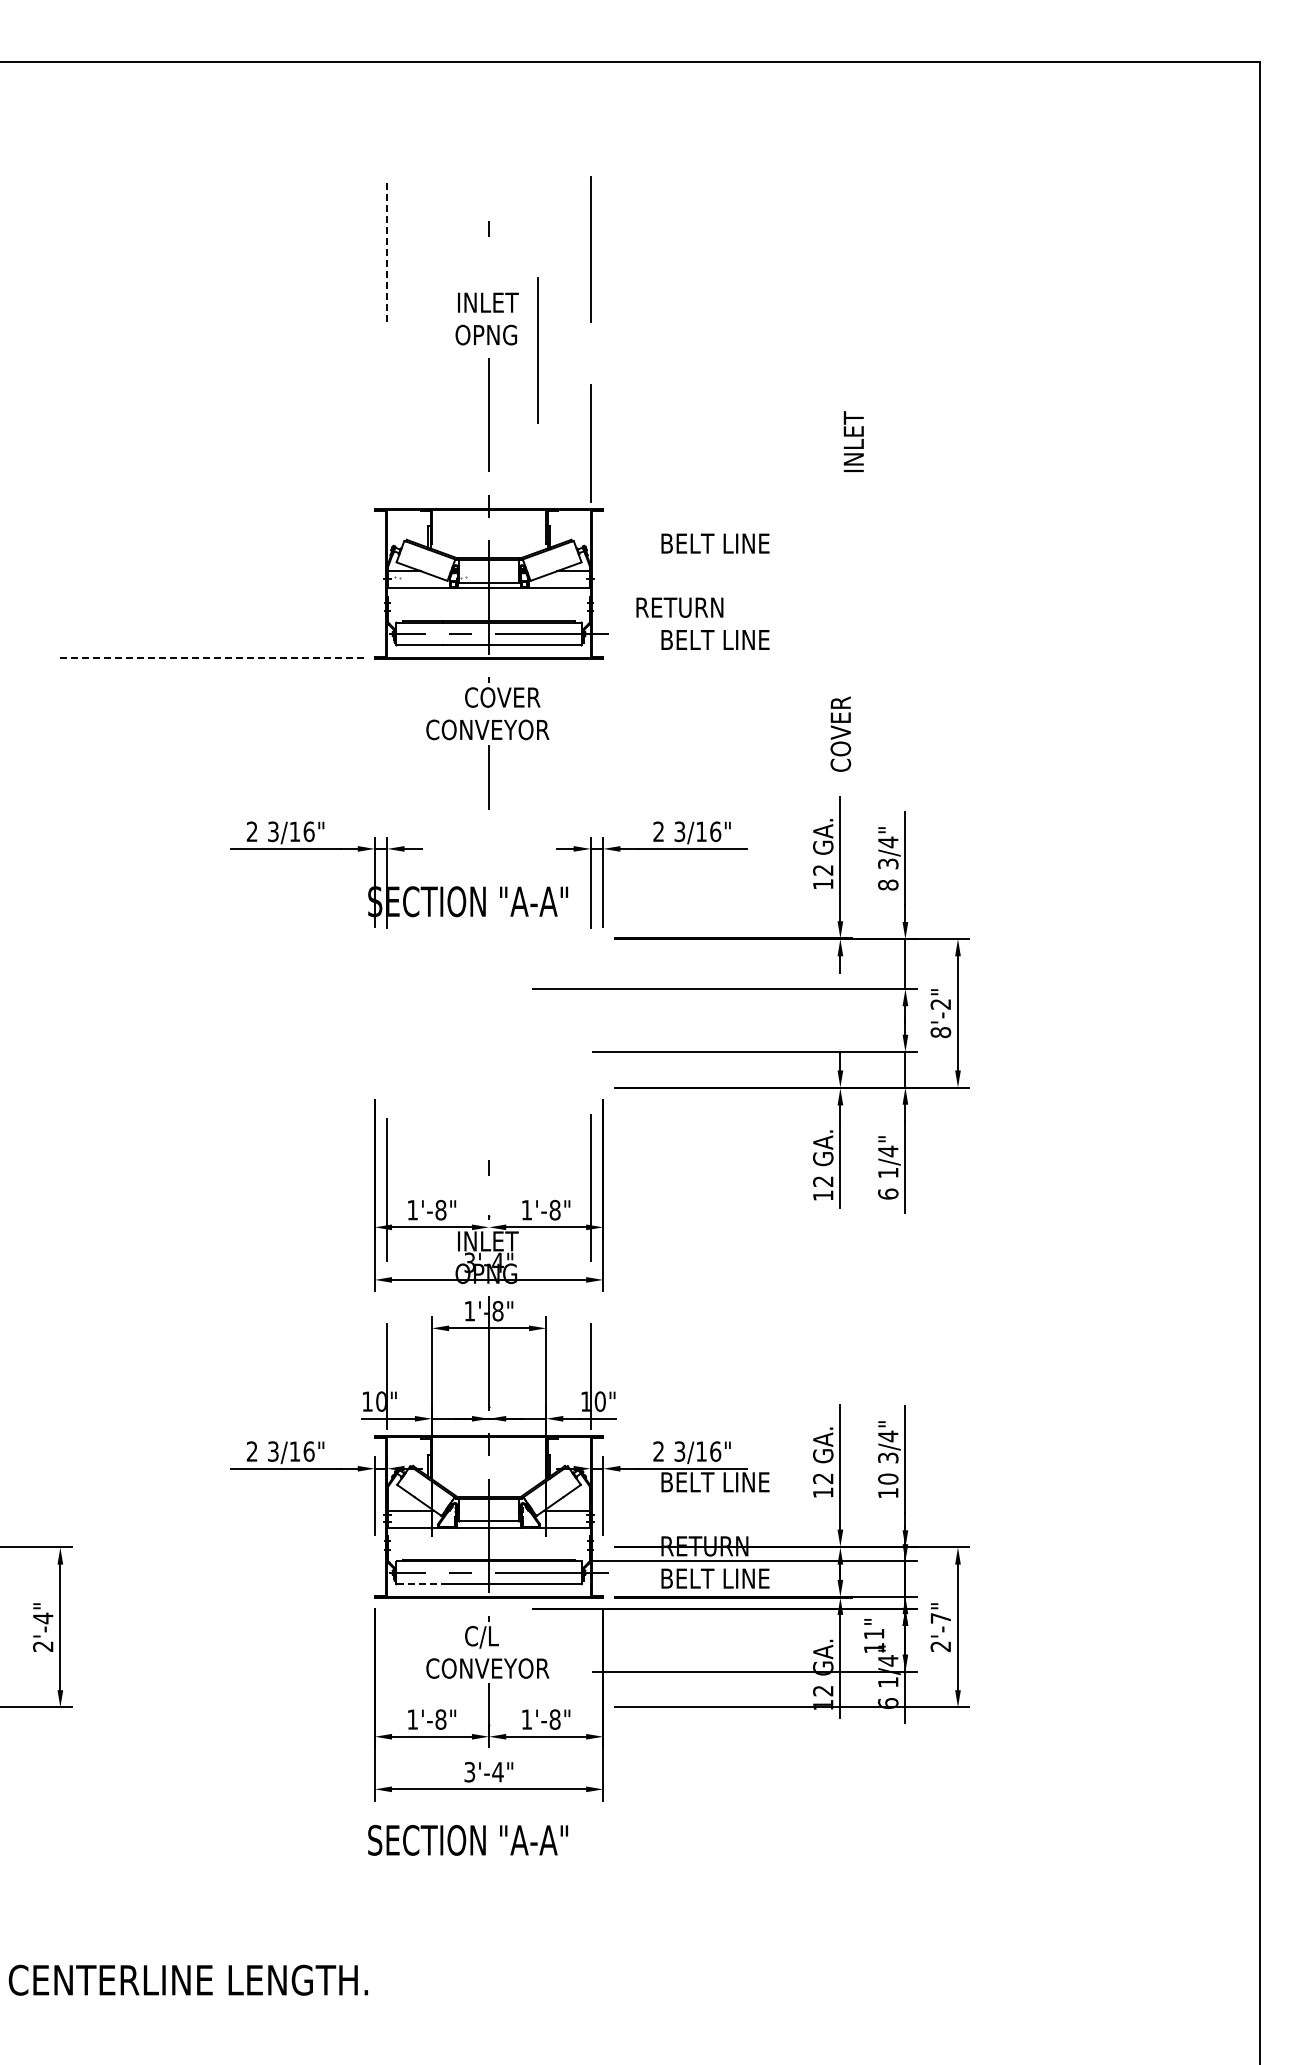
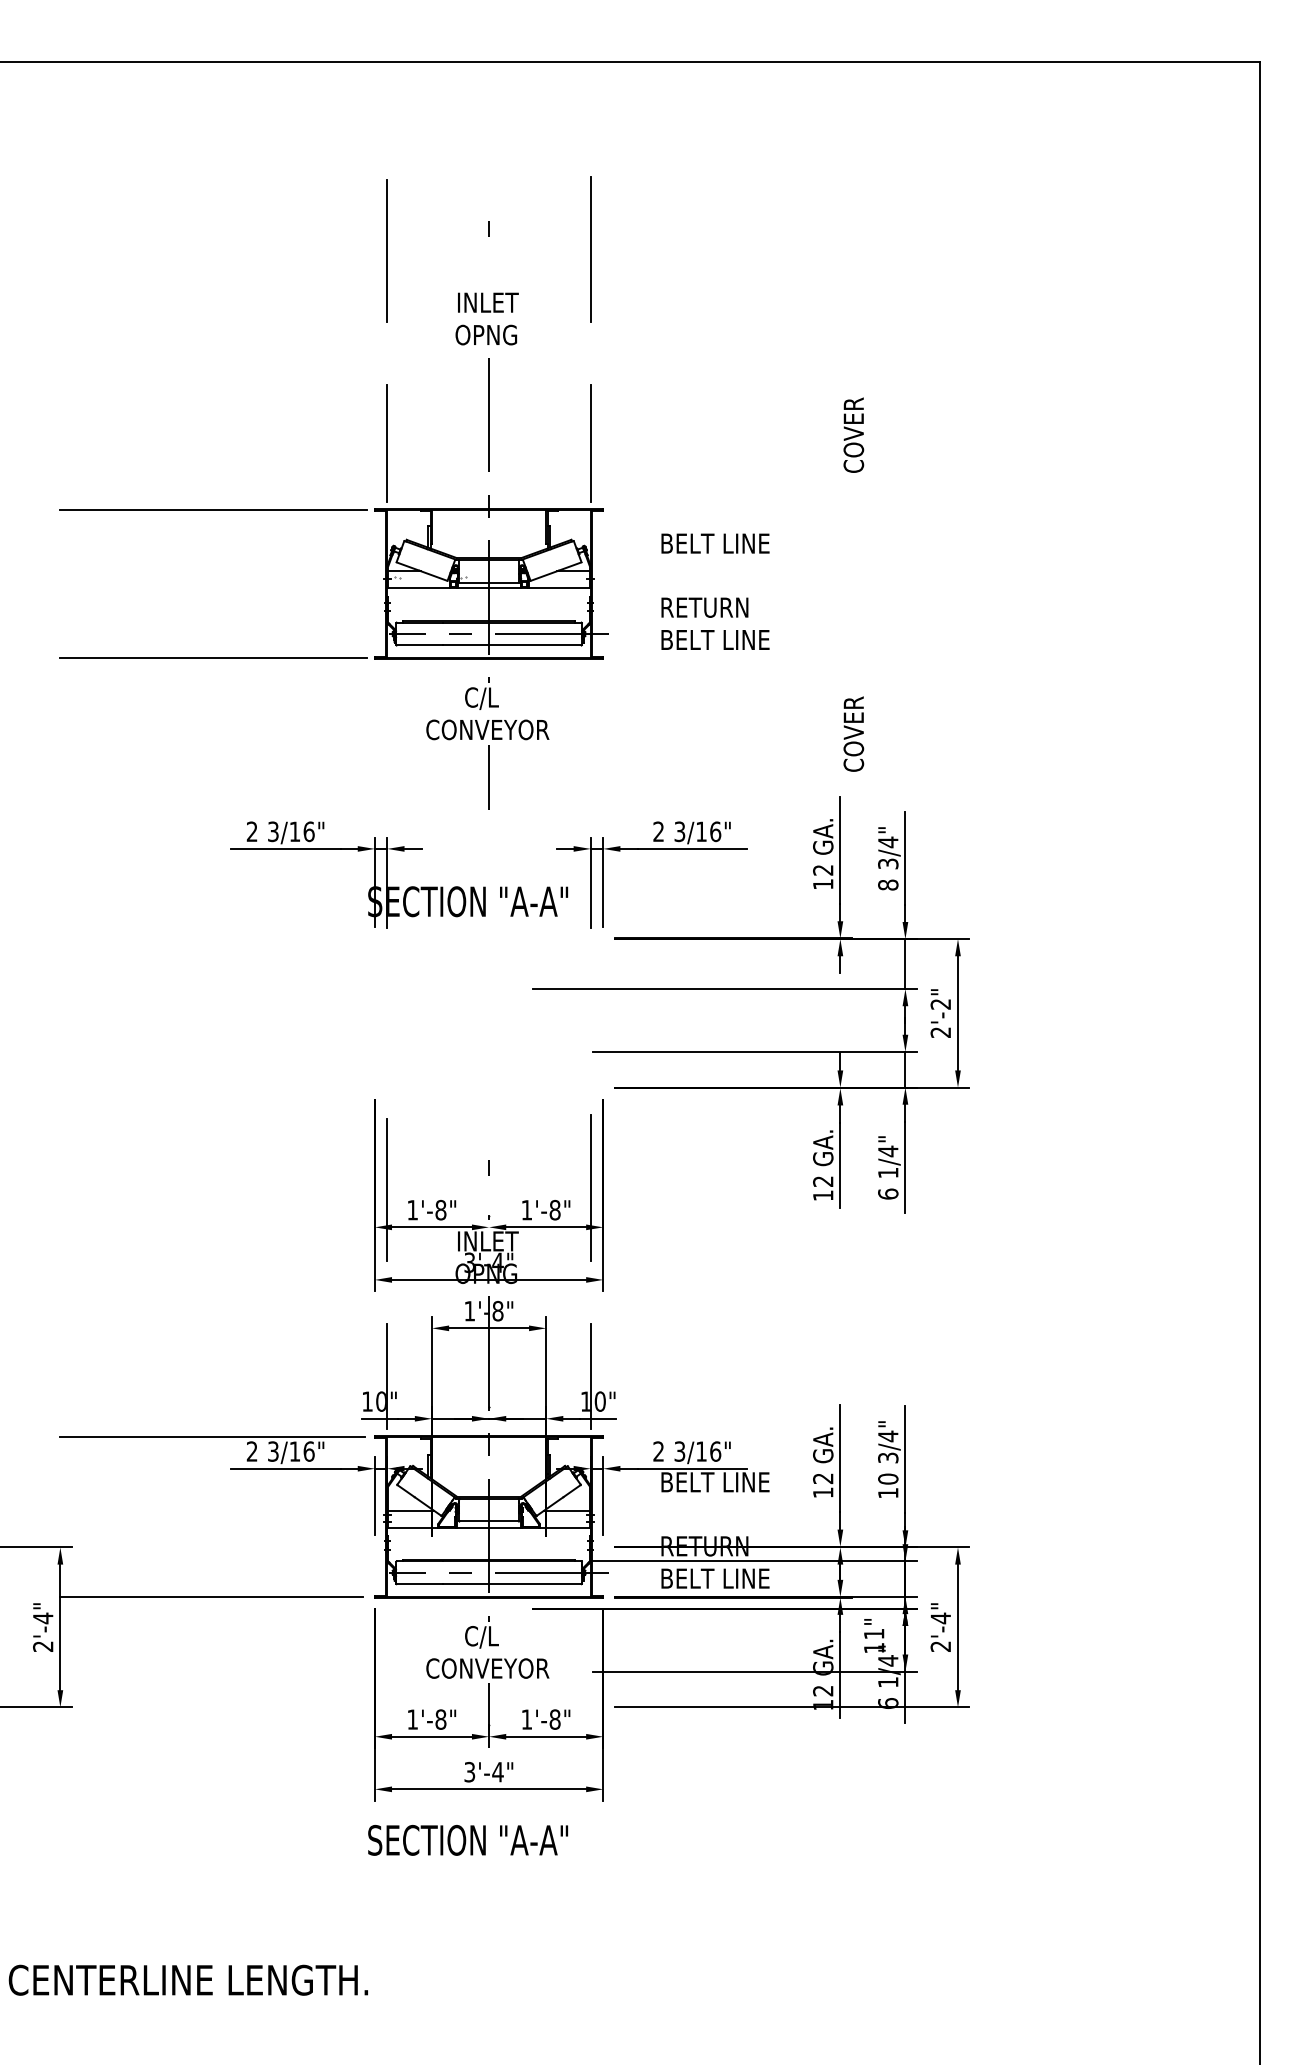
line at (387, 250): dashed -> solid
line at (537, 350): present -> none
text at (853, 434): INLET -> COVER
line at (387, 443): none -> present
line at (213, 509): none -> present
text at (679, 607) position: (679, 607) -> (704, 607)
line at (213, 658): dashed -> solid
text at (509, 698): COVER -> C/L
text at (840, 733) position: (840, 733) -> (853, 733)
text at (940, 1032): 8'-2" -> 2'-2"
line at (212, 1437): none -> present
line at (420, 1584): dashed -> solid
line at (211, 1597): none -> present
text at (940, 1618): 2'-7" -> 2'-4"
